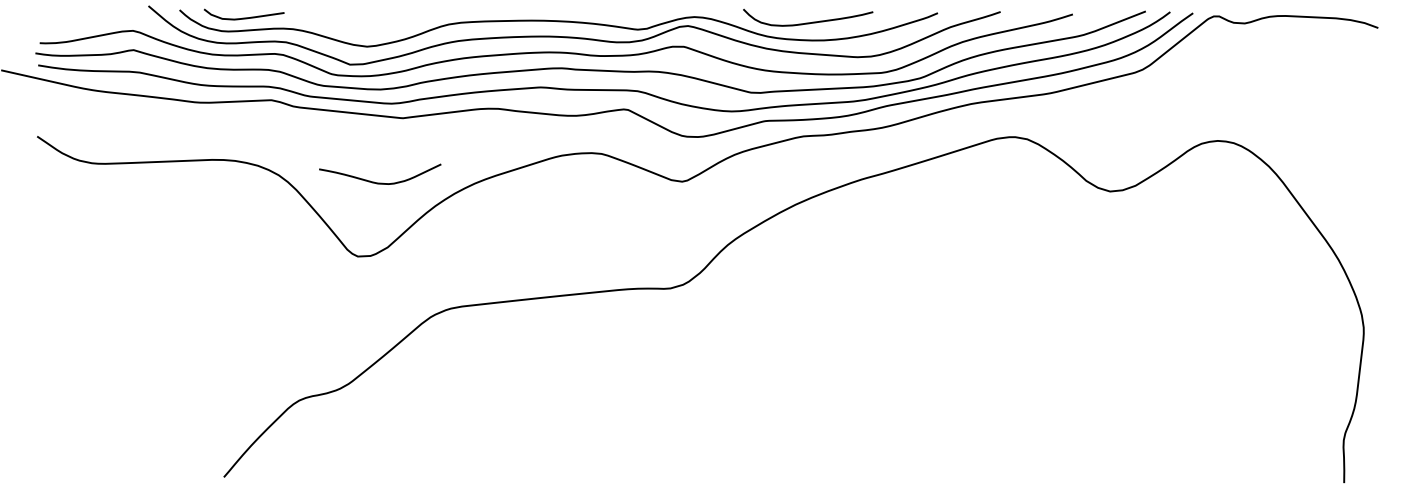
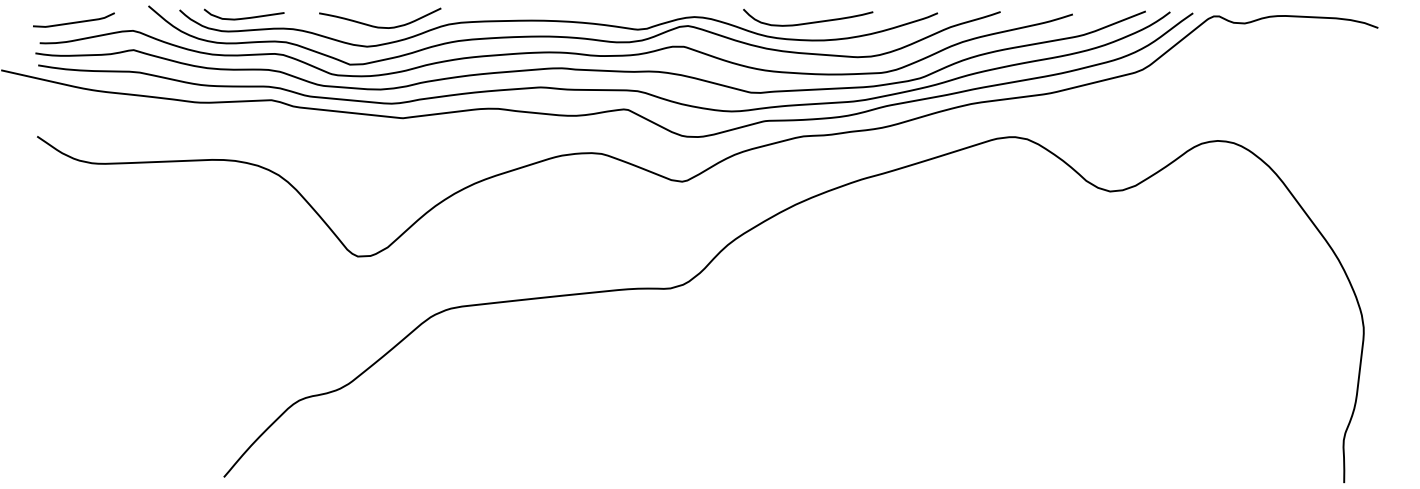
curve at (74, 21): none -> present
curve at (380, 182) position: (380, 182) -> (380, 26)
